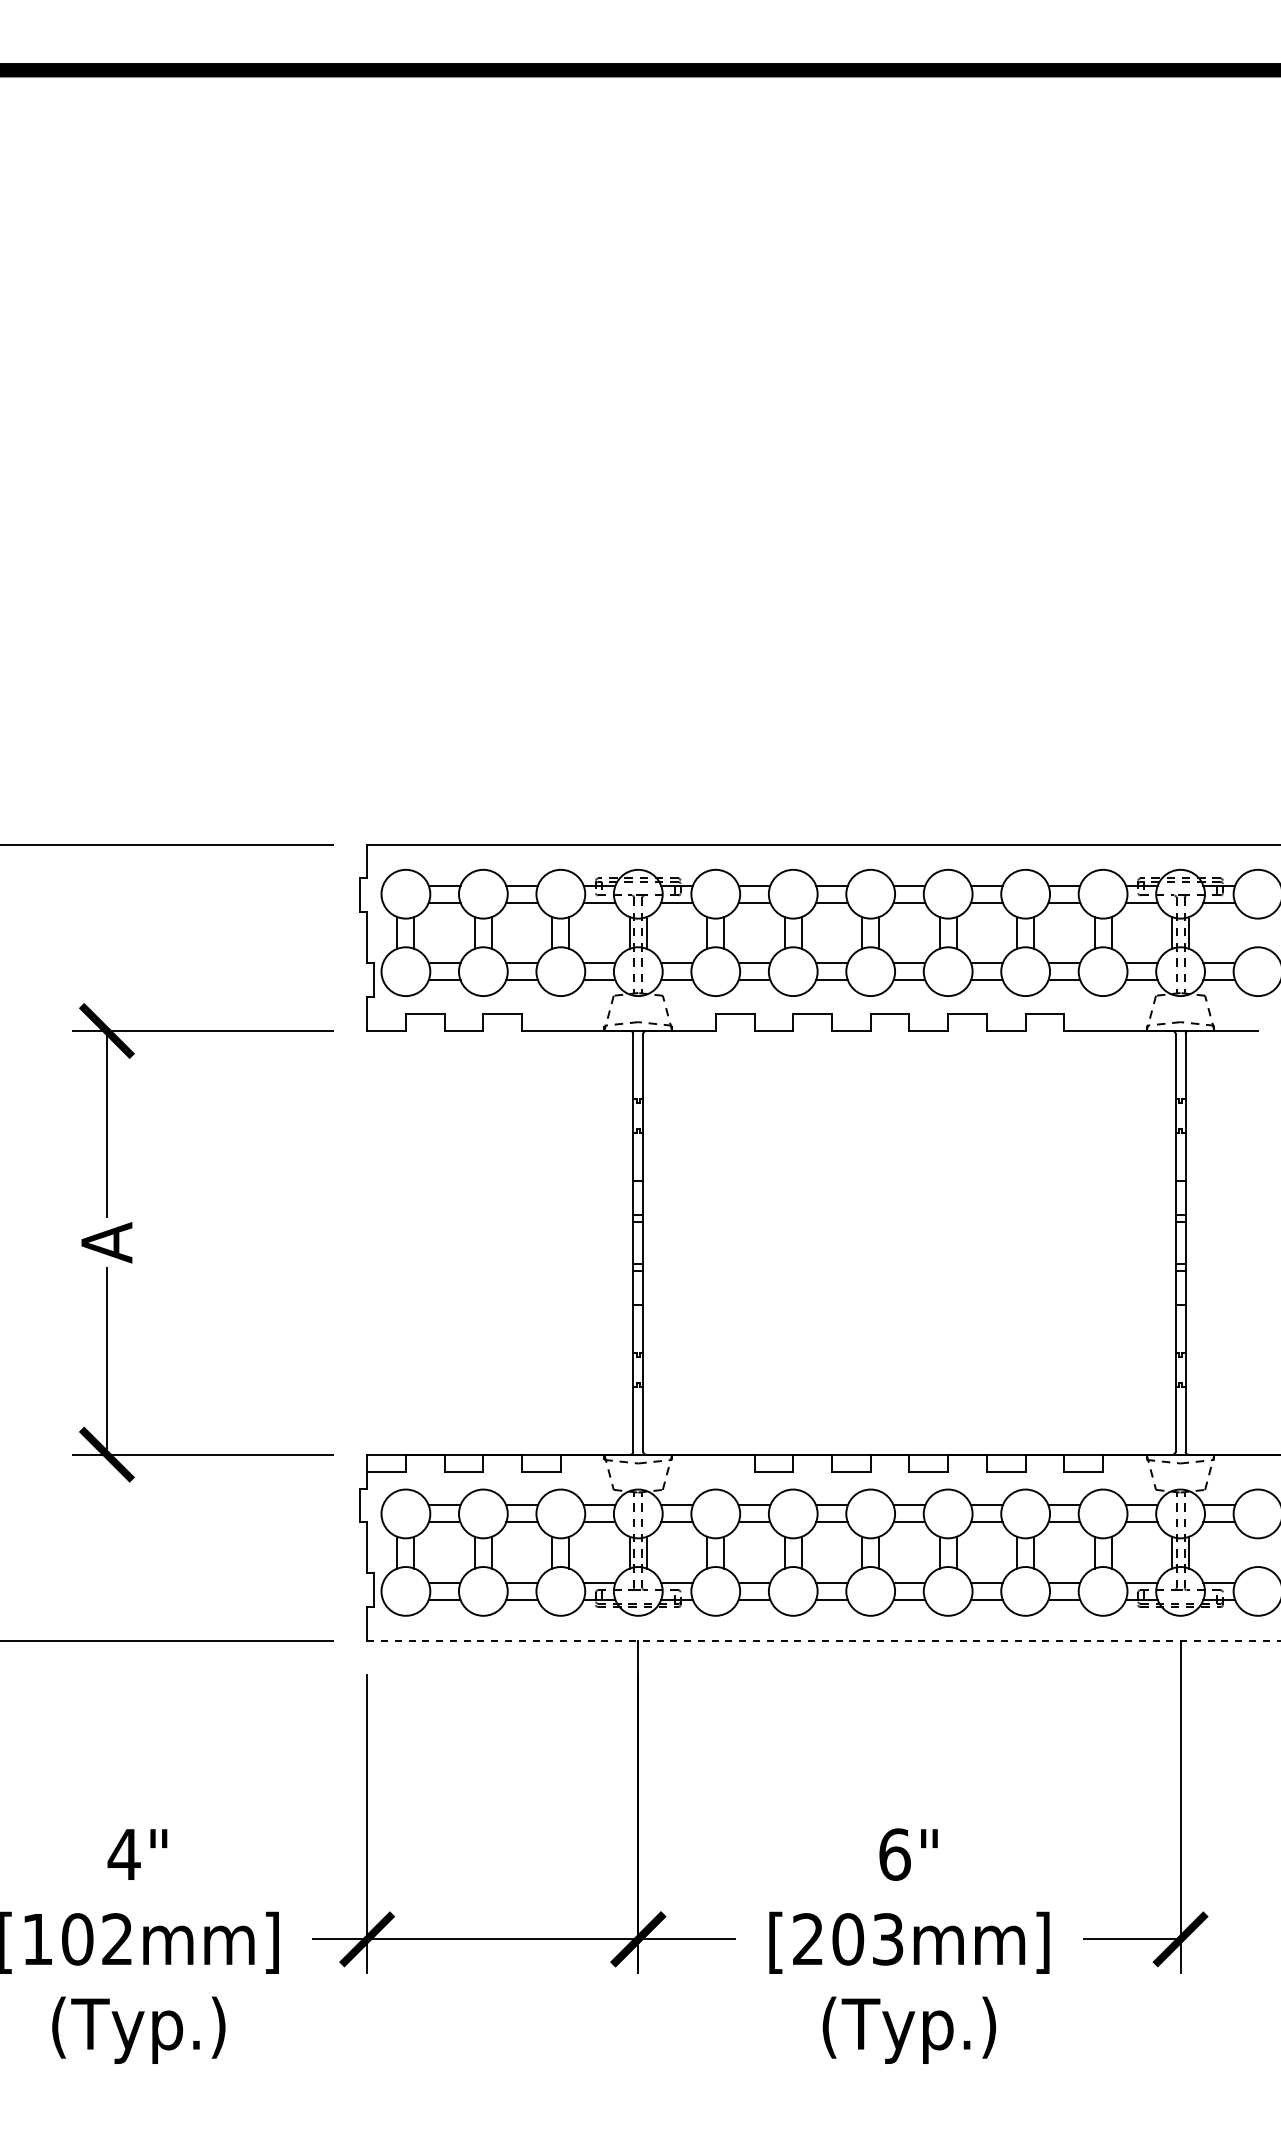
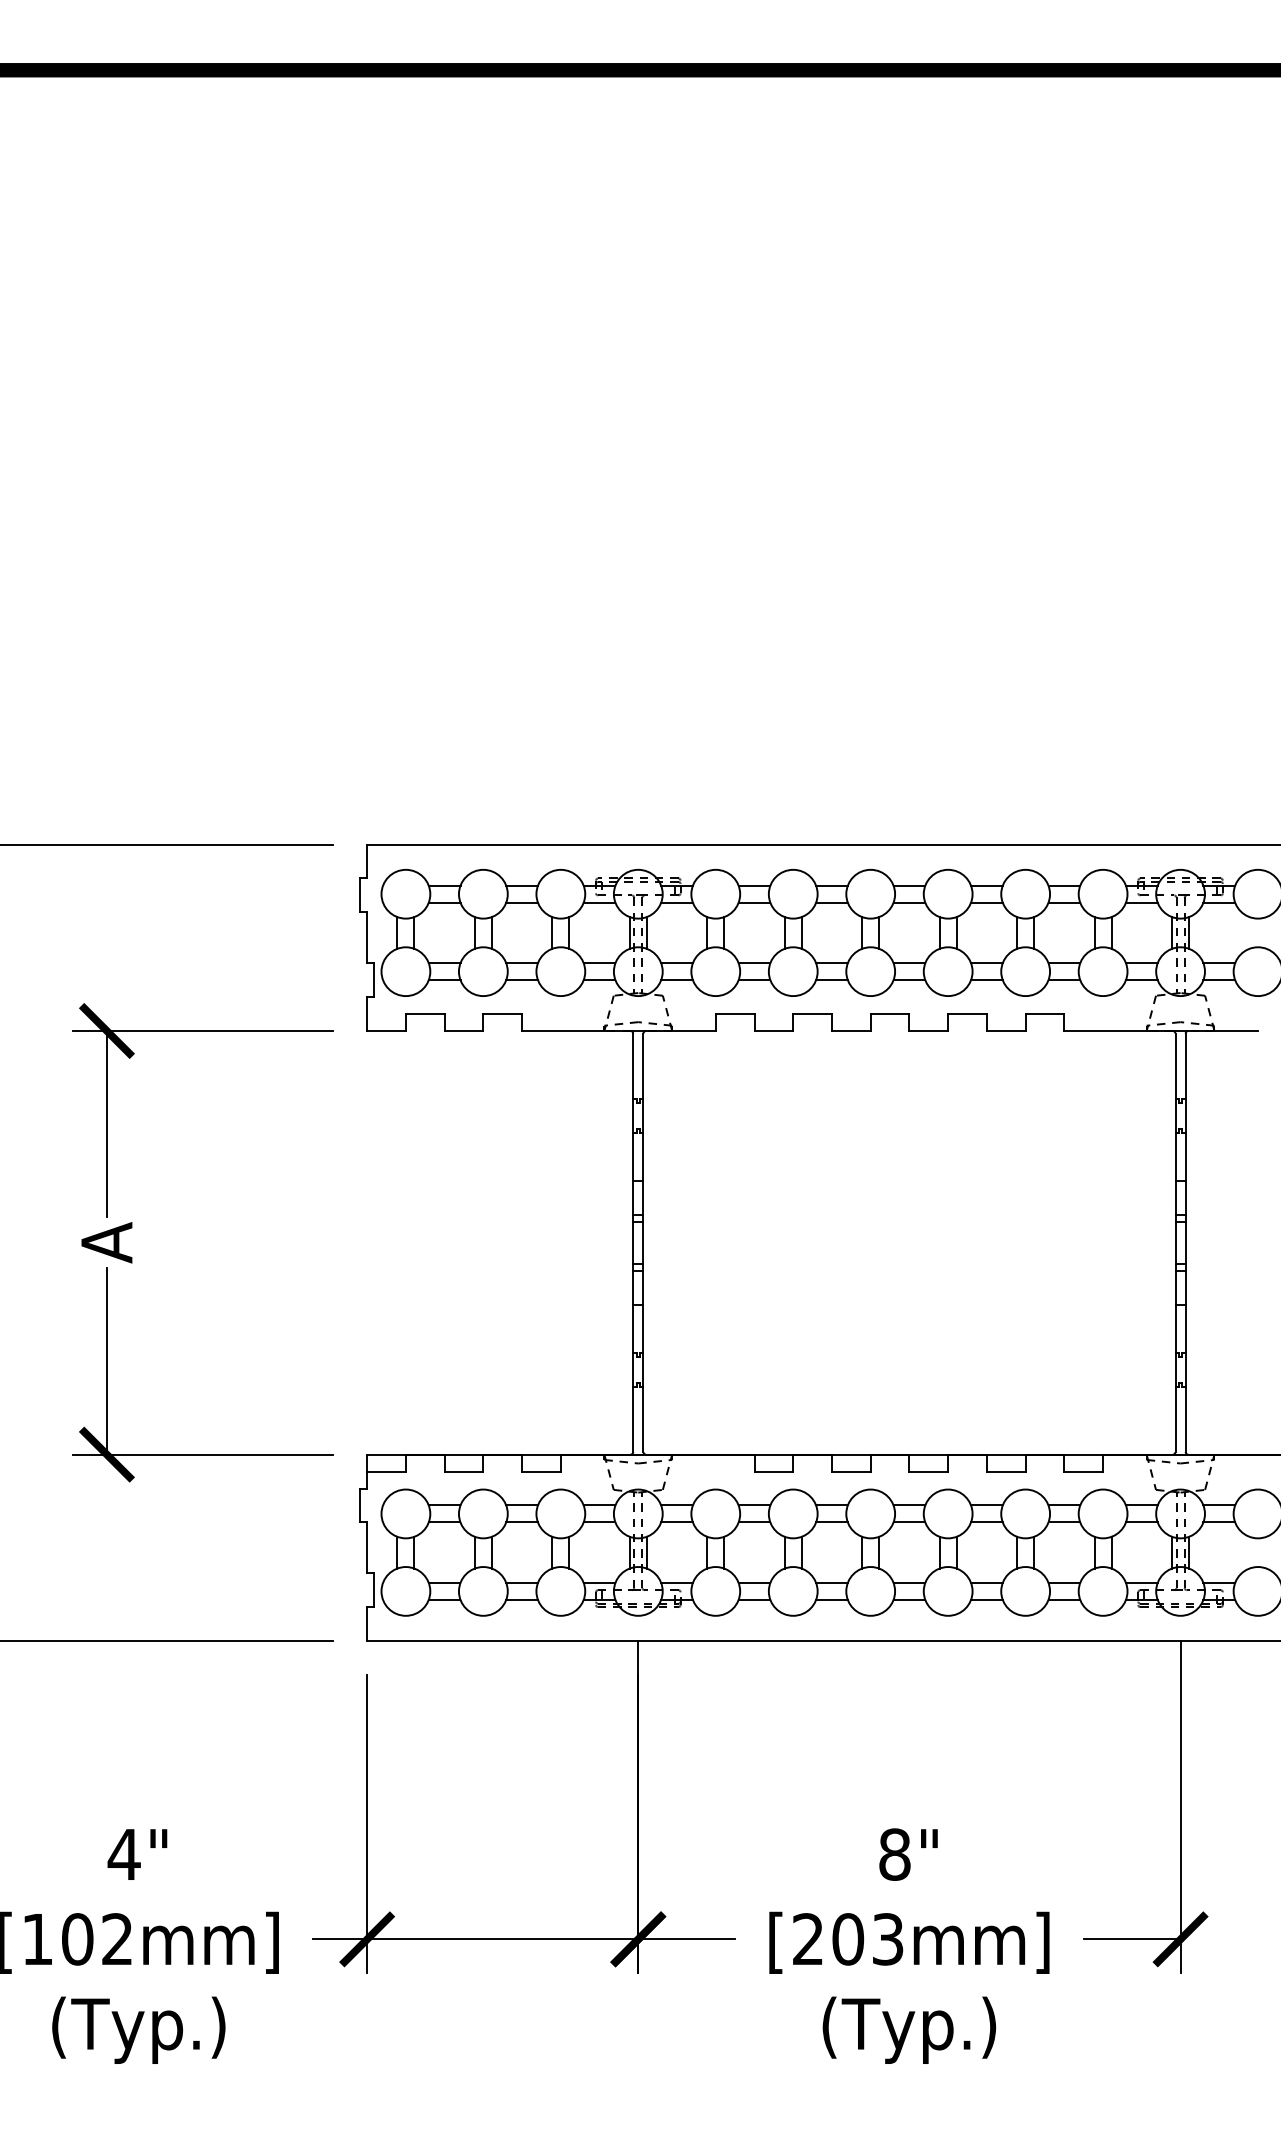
line at (824, 1641): dashed -> solid
text at (894, 1854): 6" -> 8"
